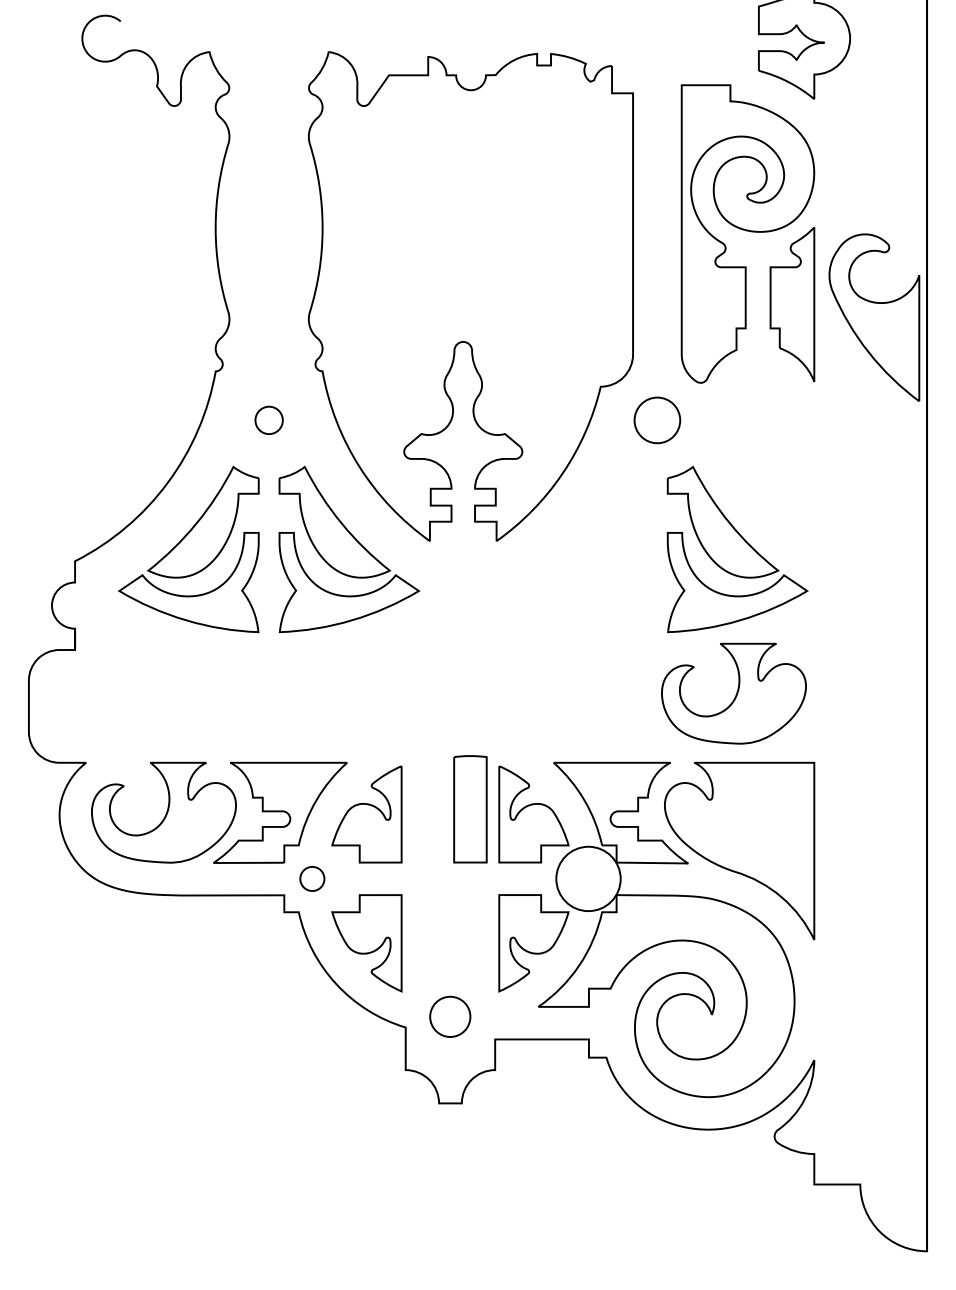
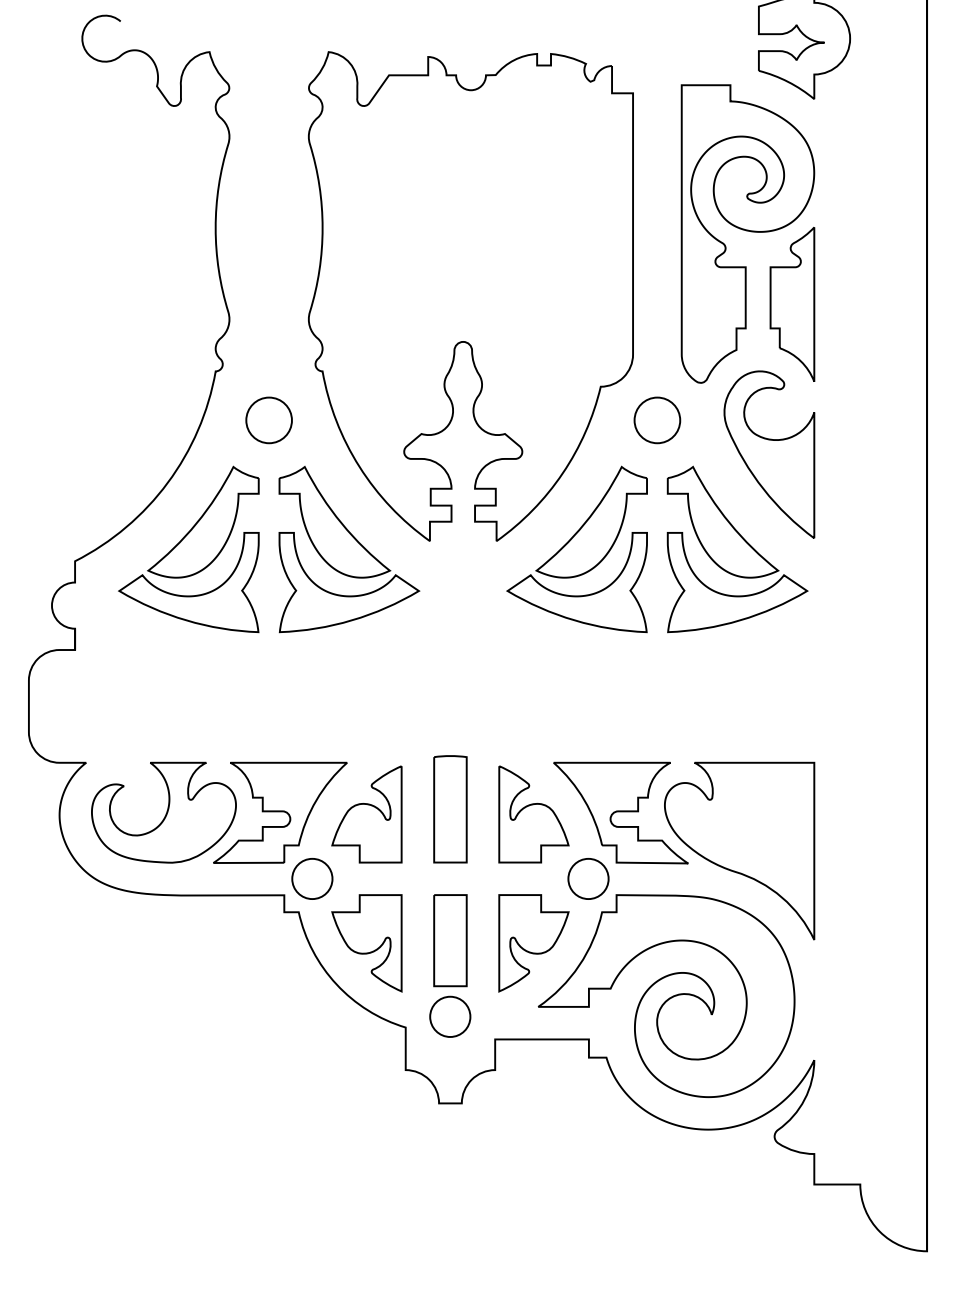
part at (874, 317) position: (874, 317) -> (769, 454)
circle at (268, 420) diameter: 27 px -> 46 px
part at (576, 549): none -> present
part at (733, 693): present -> none
part at (470, 809) position: (470, 809) -> (450, 809)
circle at (312, 878) diameter: 24 px -> 40 px
circle at (588, 878) diameter: 64 px -> 40 px
part at (450, 940): none -> present
